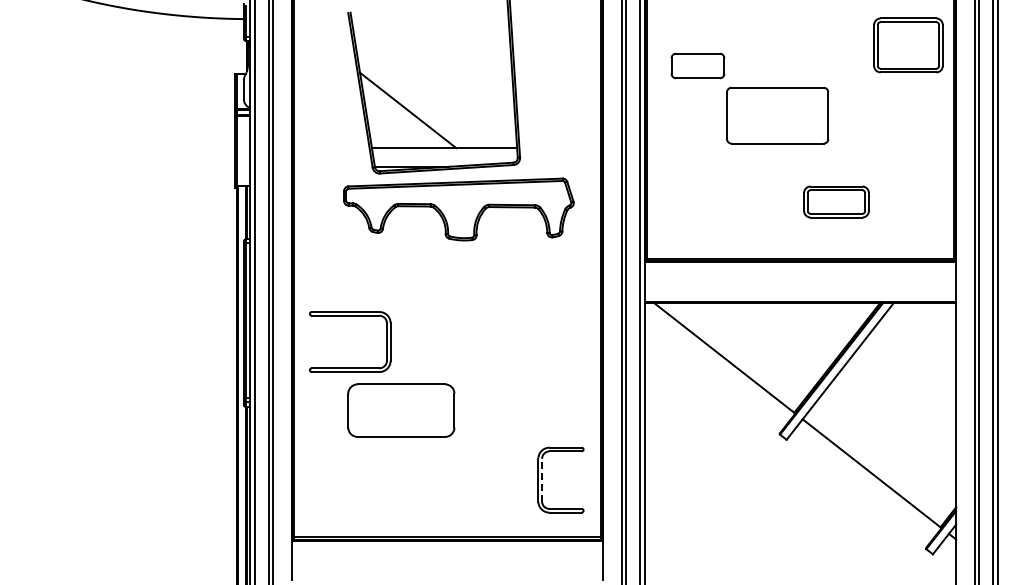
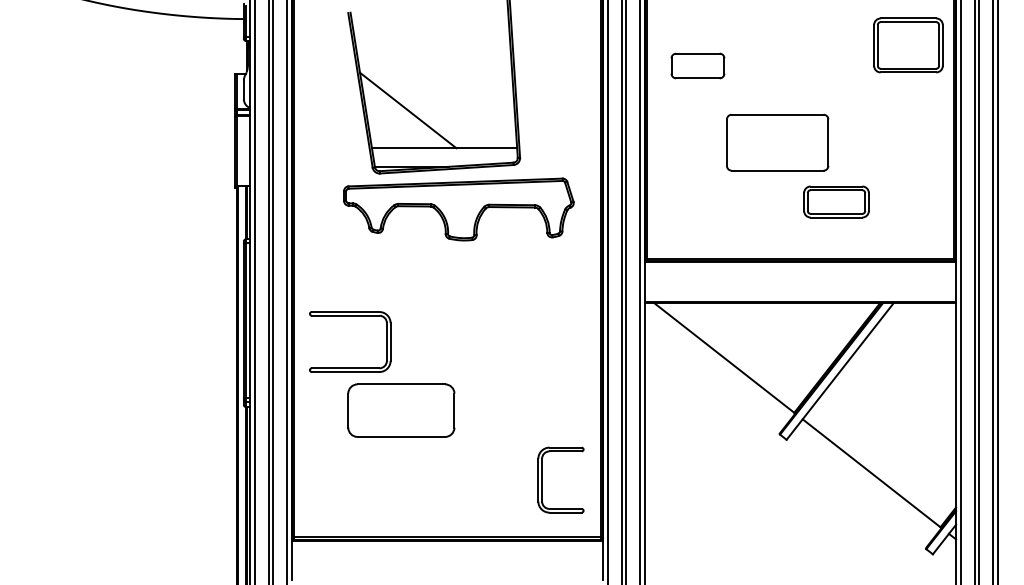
part at (777, 115) position: (777, 115) -> (777, 142)
line at (287, 291): none -> present
line at (607, 291): none -> present
line at (960, 291): none -> present
line at (542, 479): dashed -> solid
